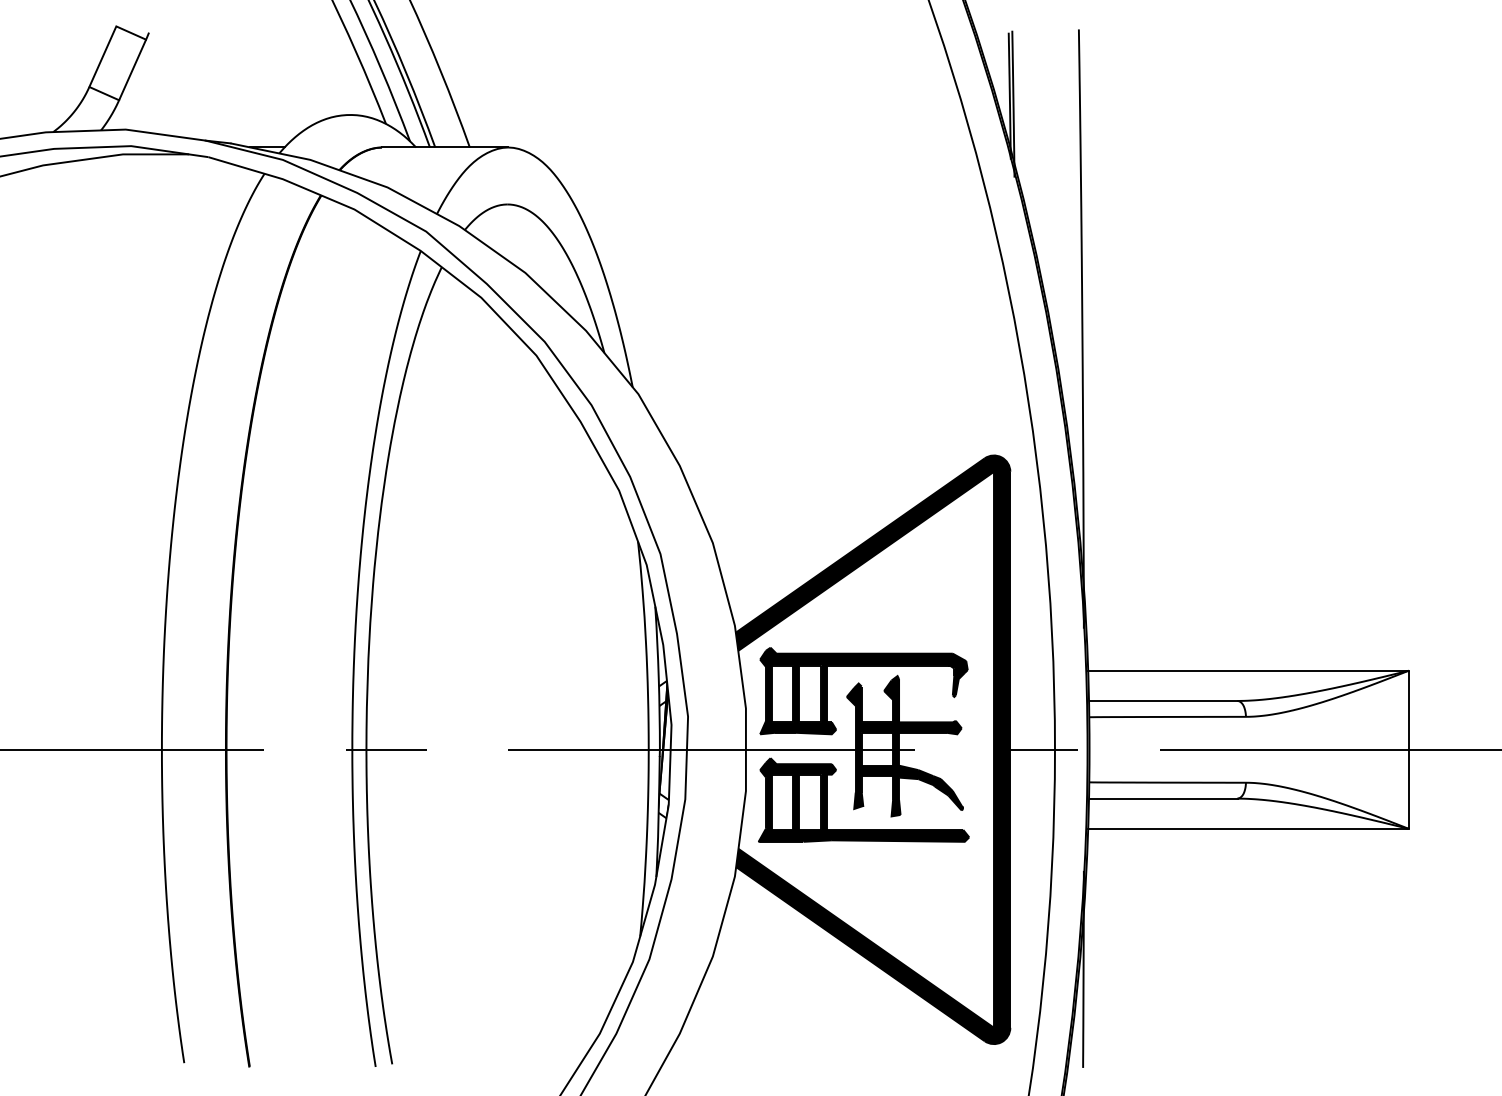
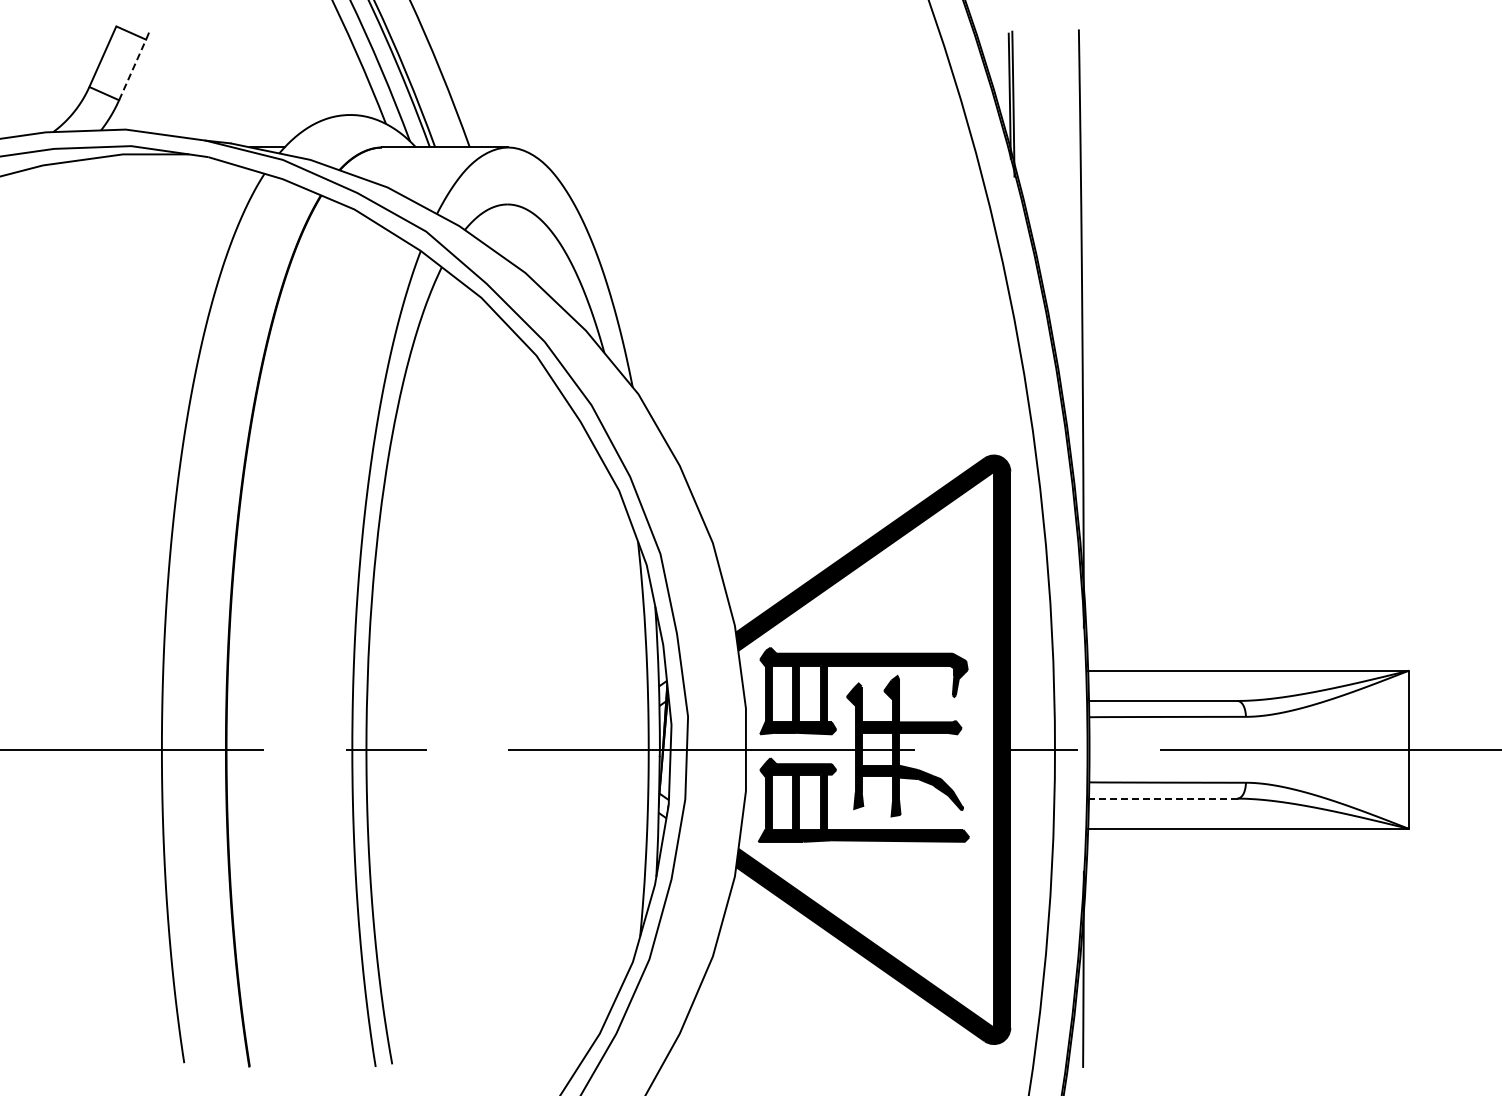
line at (132, 69): solid -> dashed
line at (1163, 798): solid -> dashed
